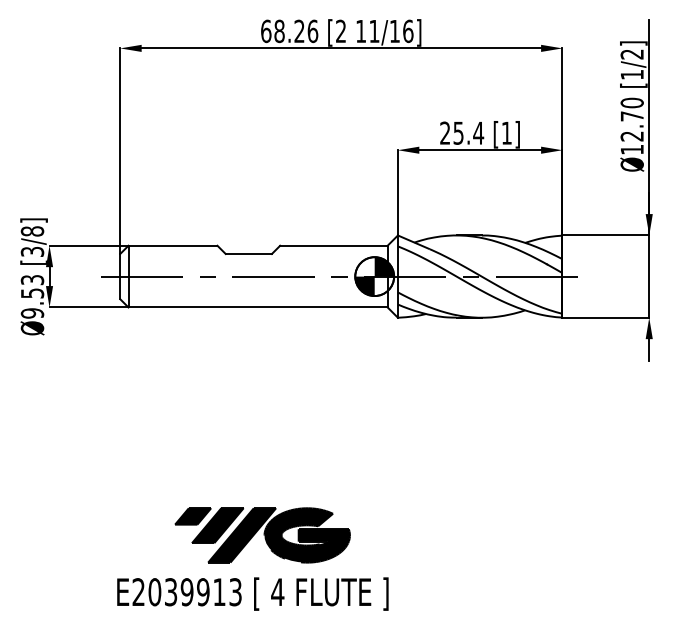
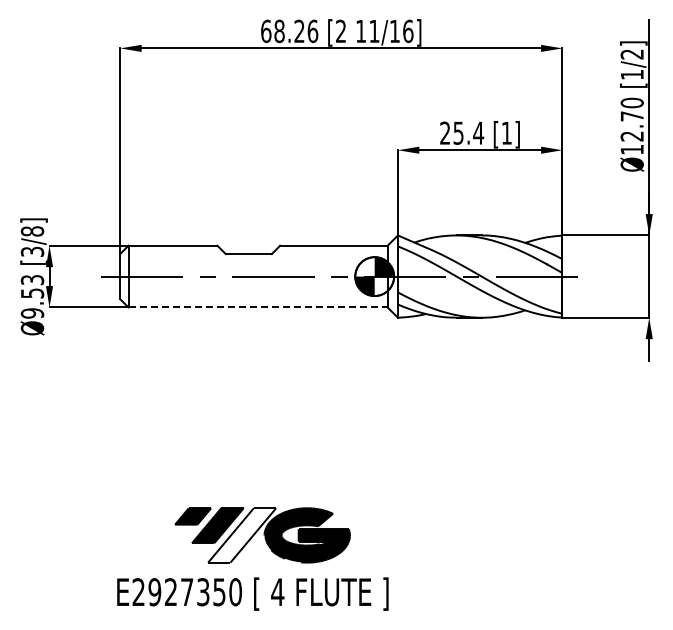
line at (258, 307): solid -> dashed
fill at (242, 535): present -> none
text at (194, 592): E2039913 -> E2927350
